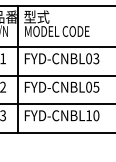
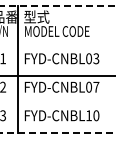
line at (58, 5): solid -> dashed
line at (57, 47): present -> none
text at (96, 87): FYD-CNBL05 -> FYD-CNBL07
line at (57, 104): present -> none
line at (57, 132): solid -> dashed
